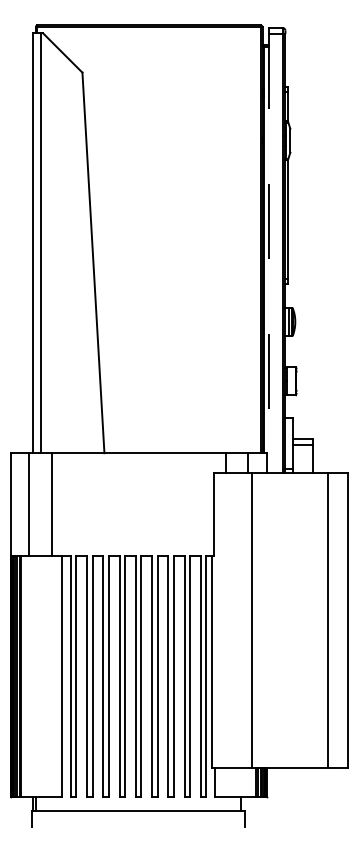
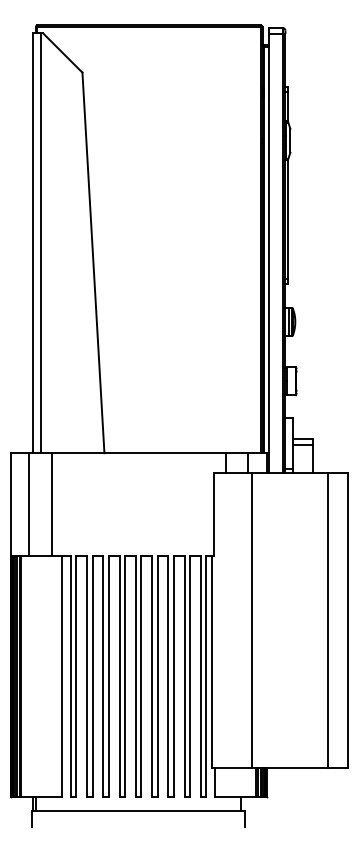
line at (268, 253): dashed -> solid
